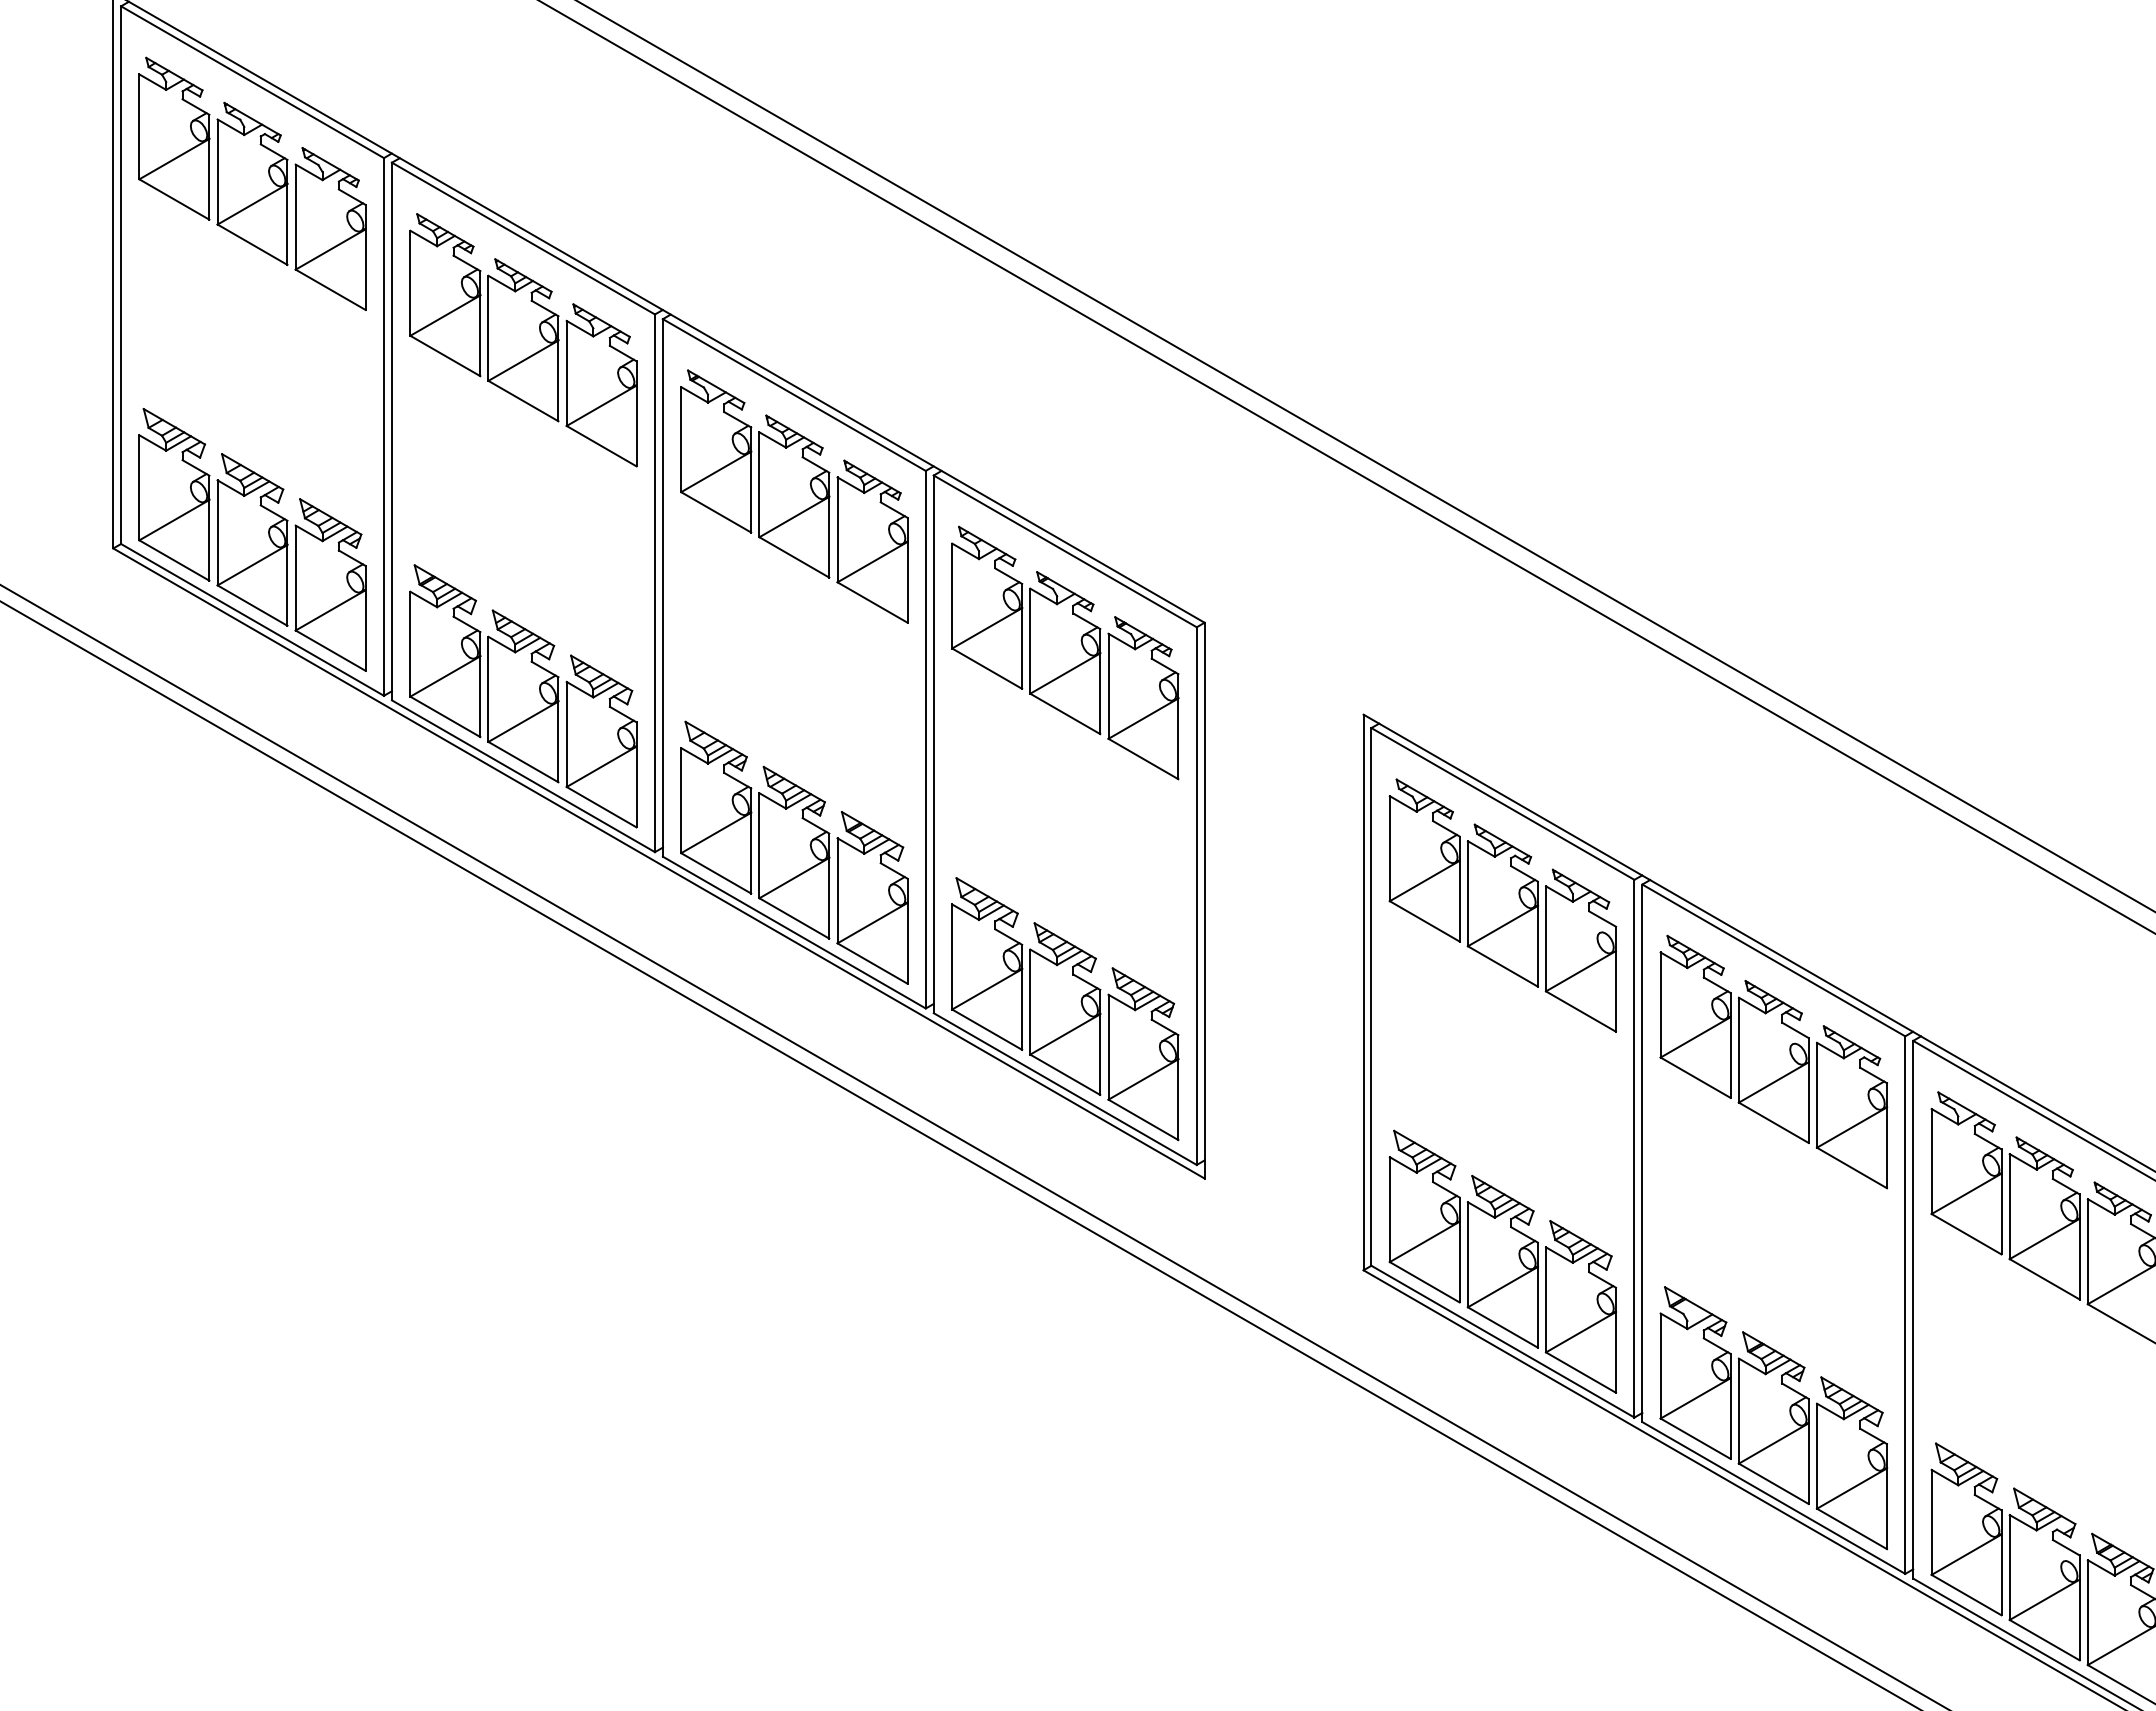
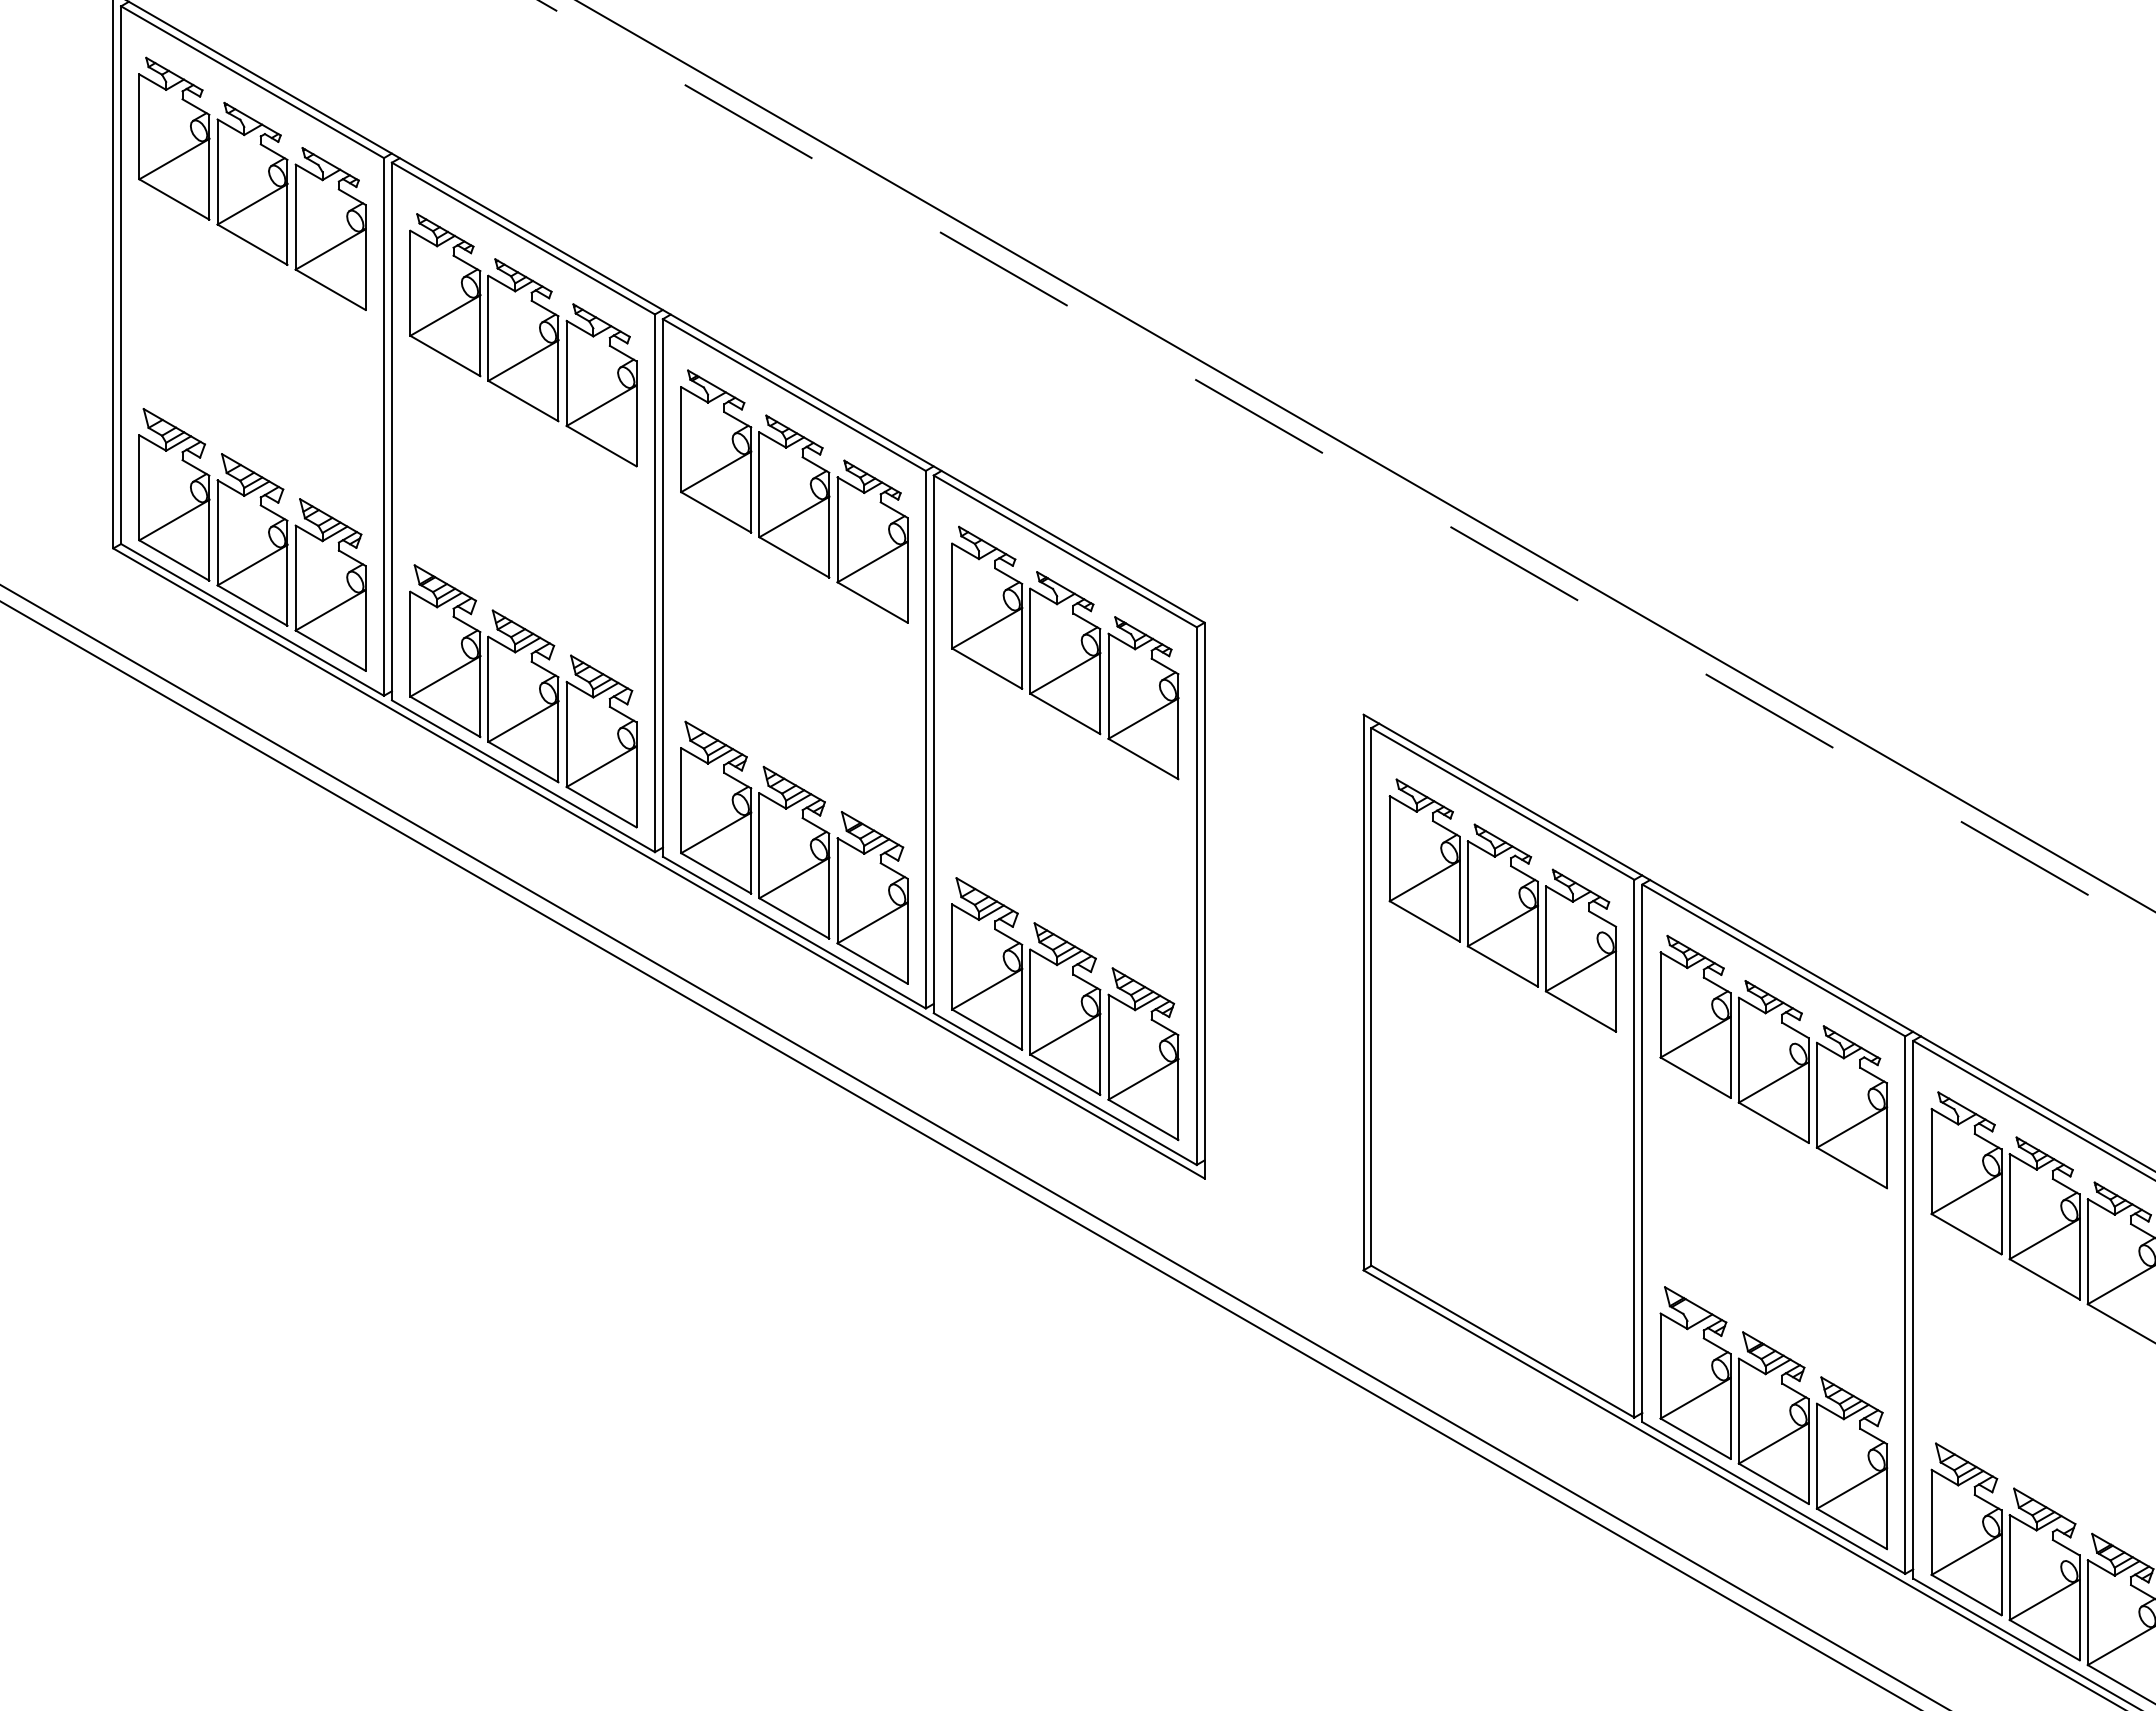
line at (1347, 467): solid -> dashed
part at (1502, 1261): present -> none
